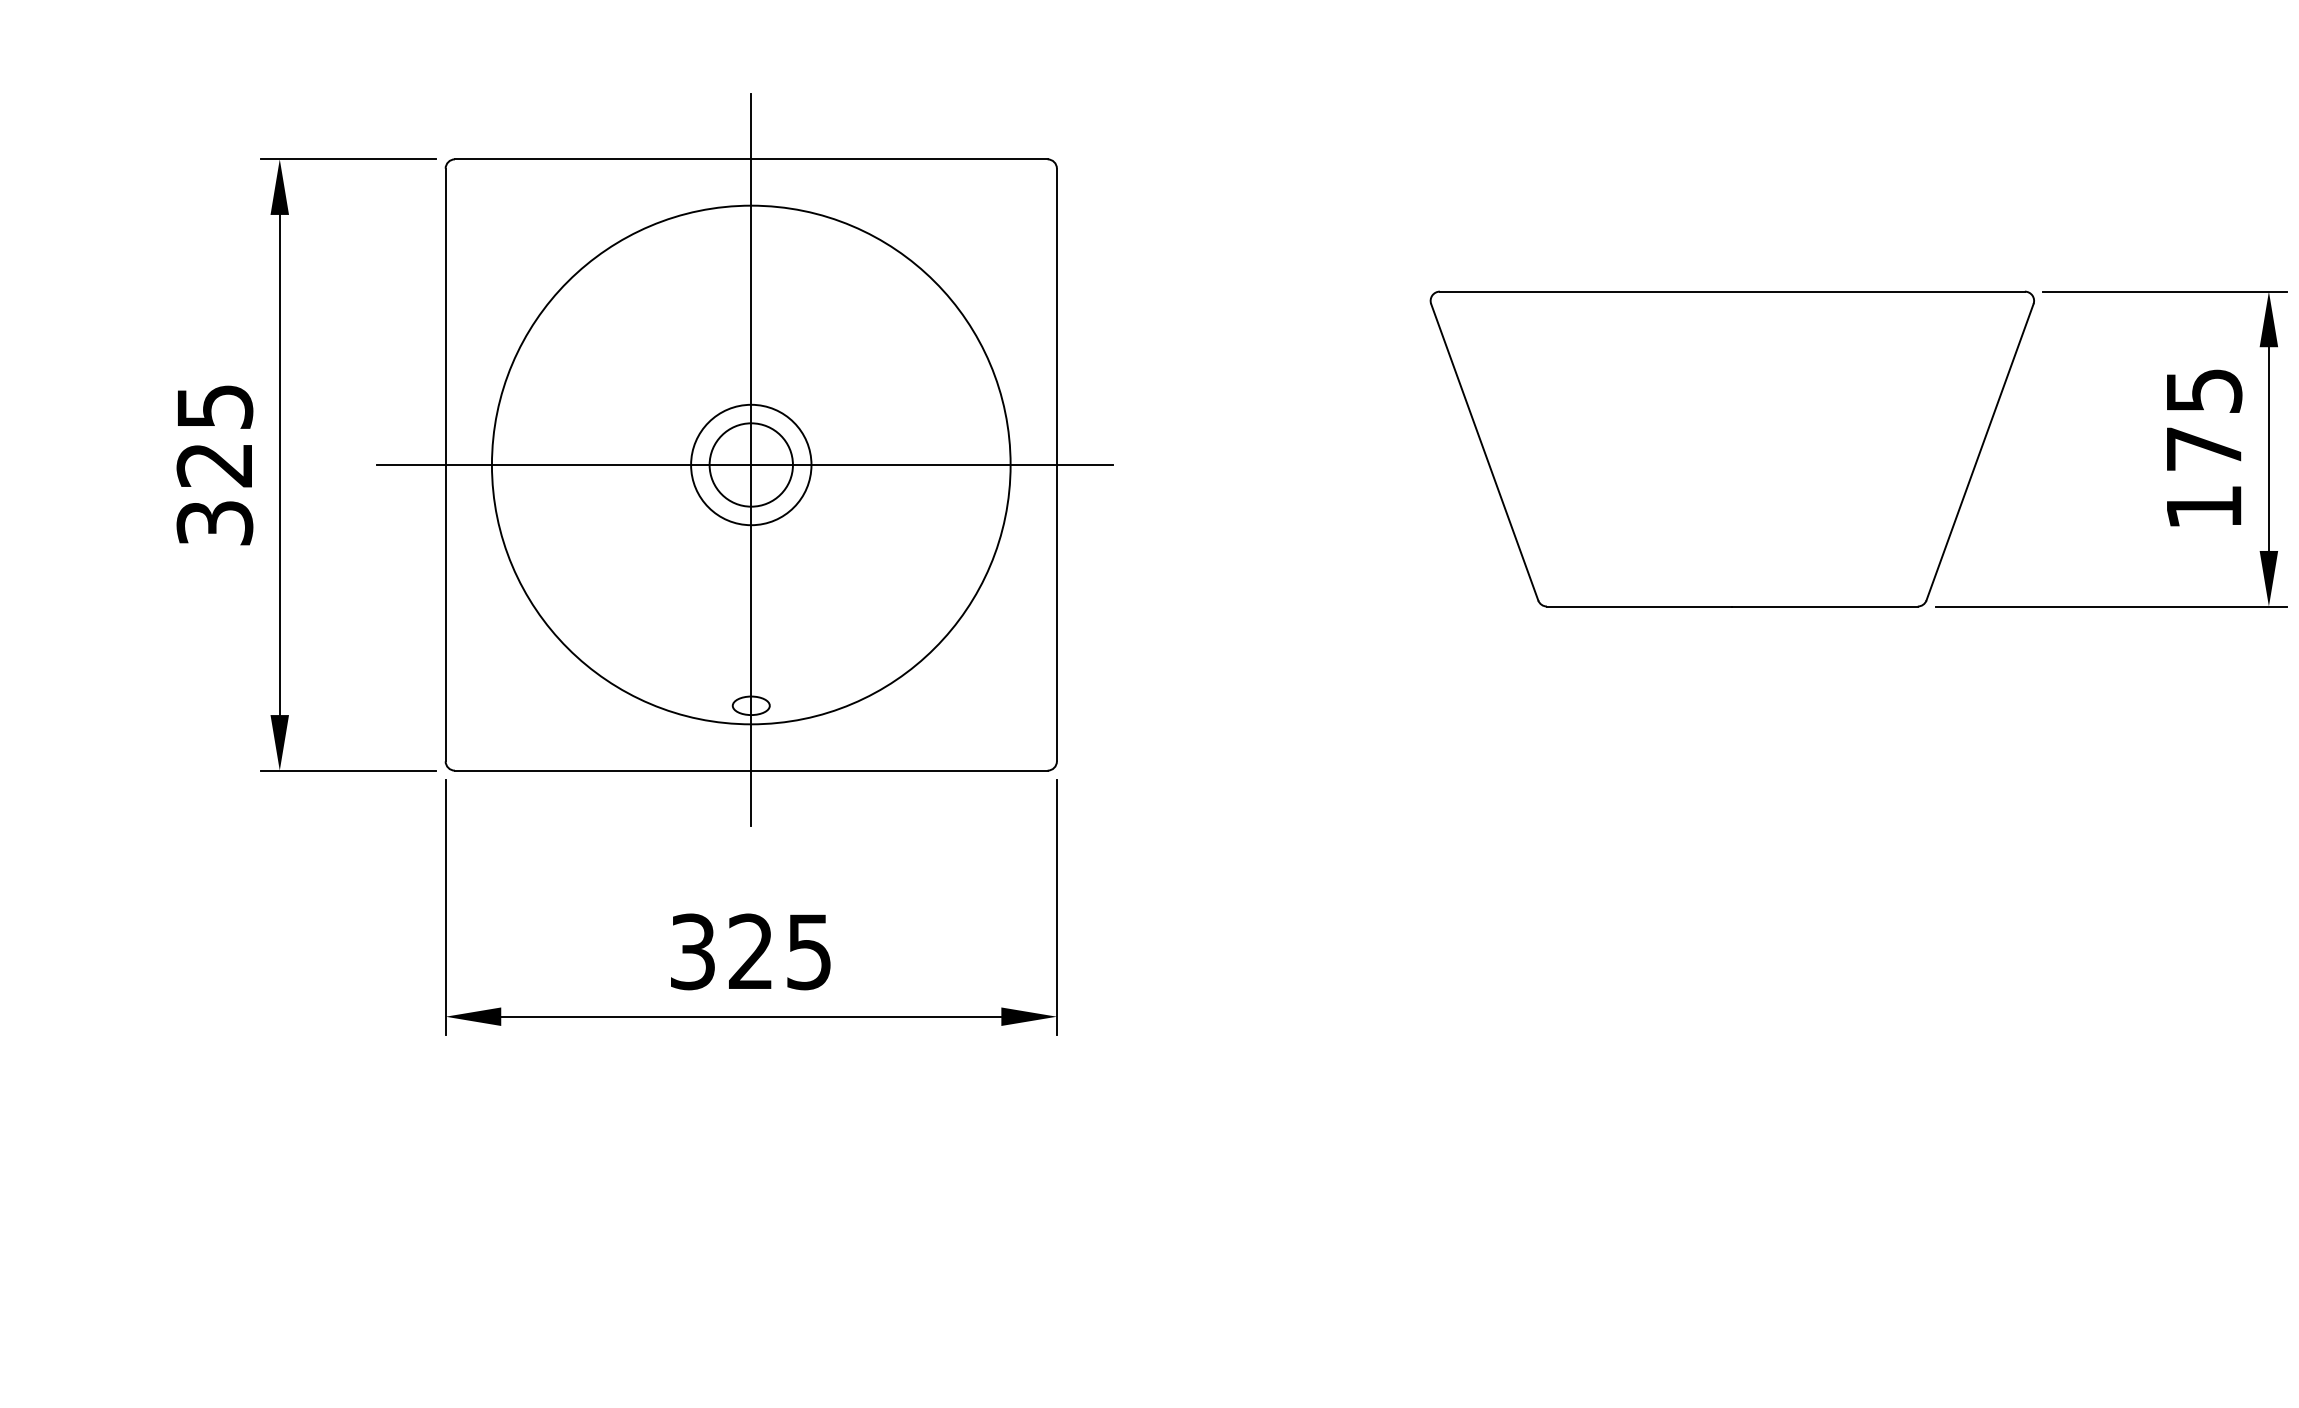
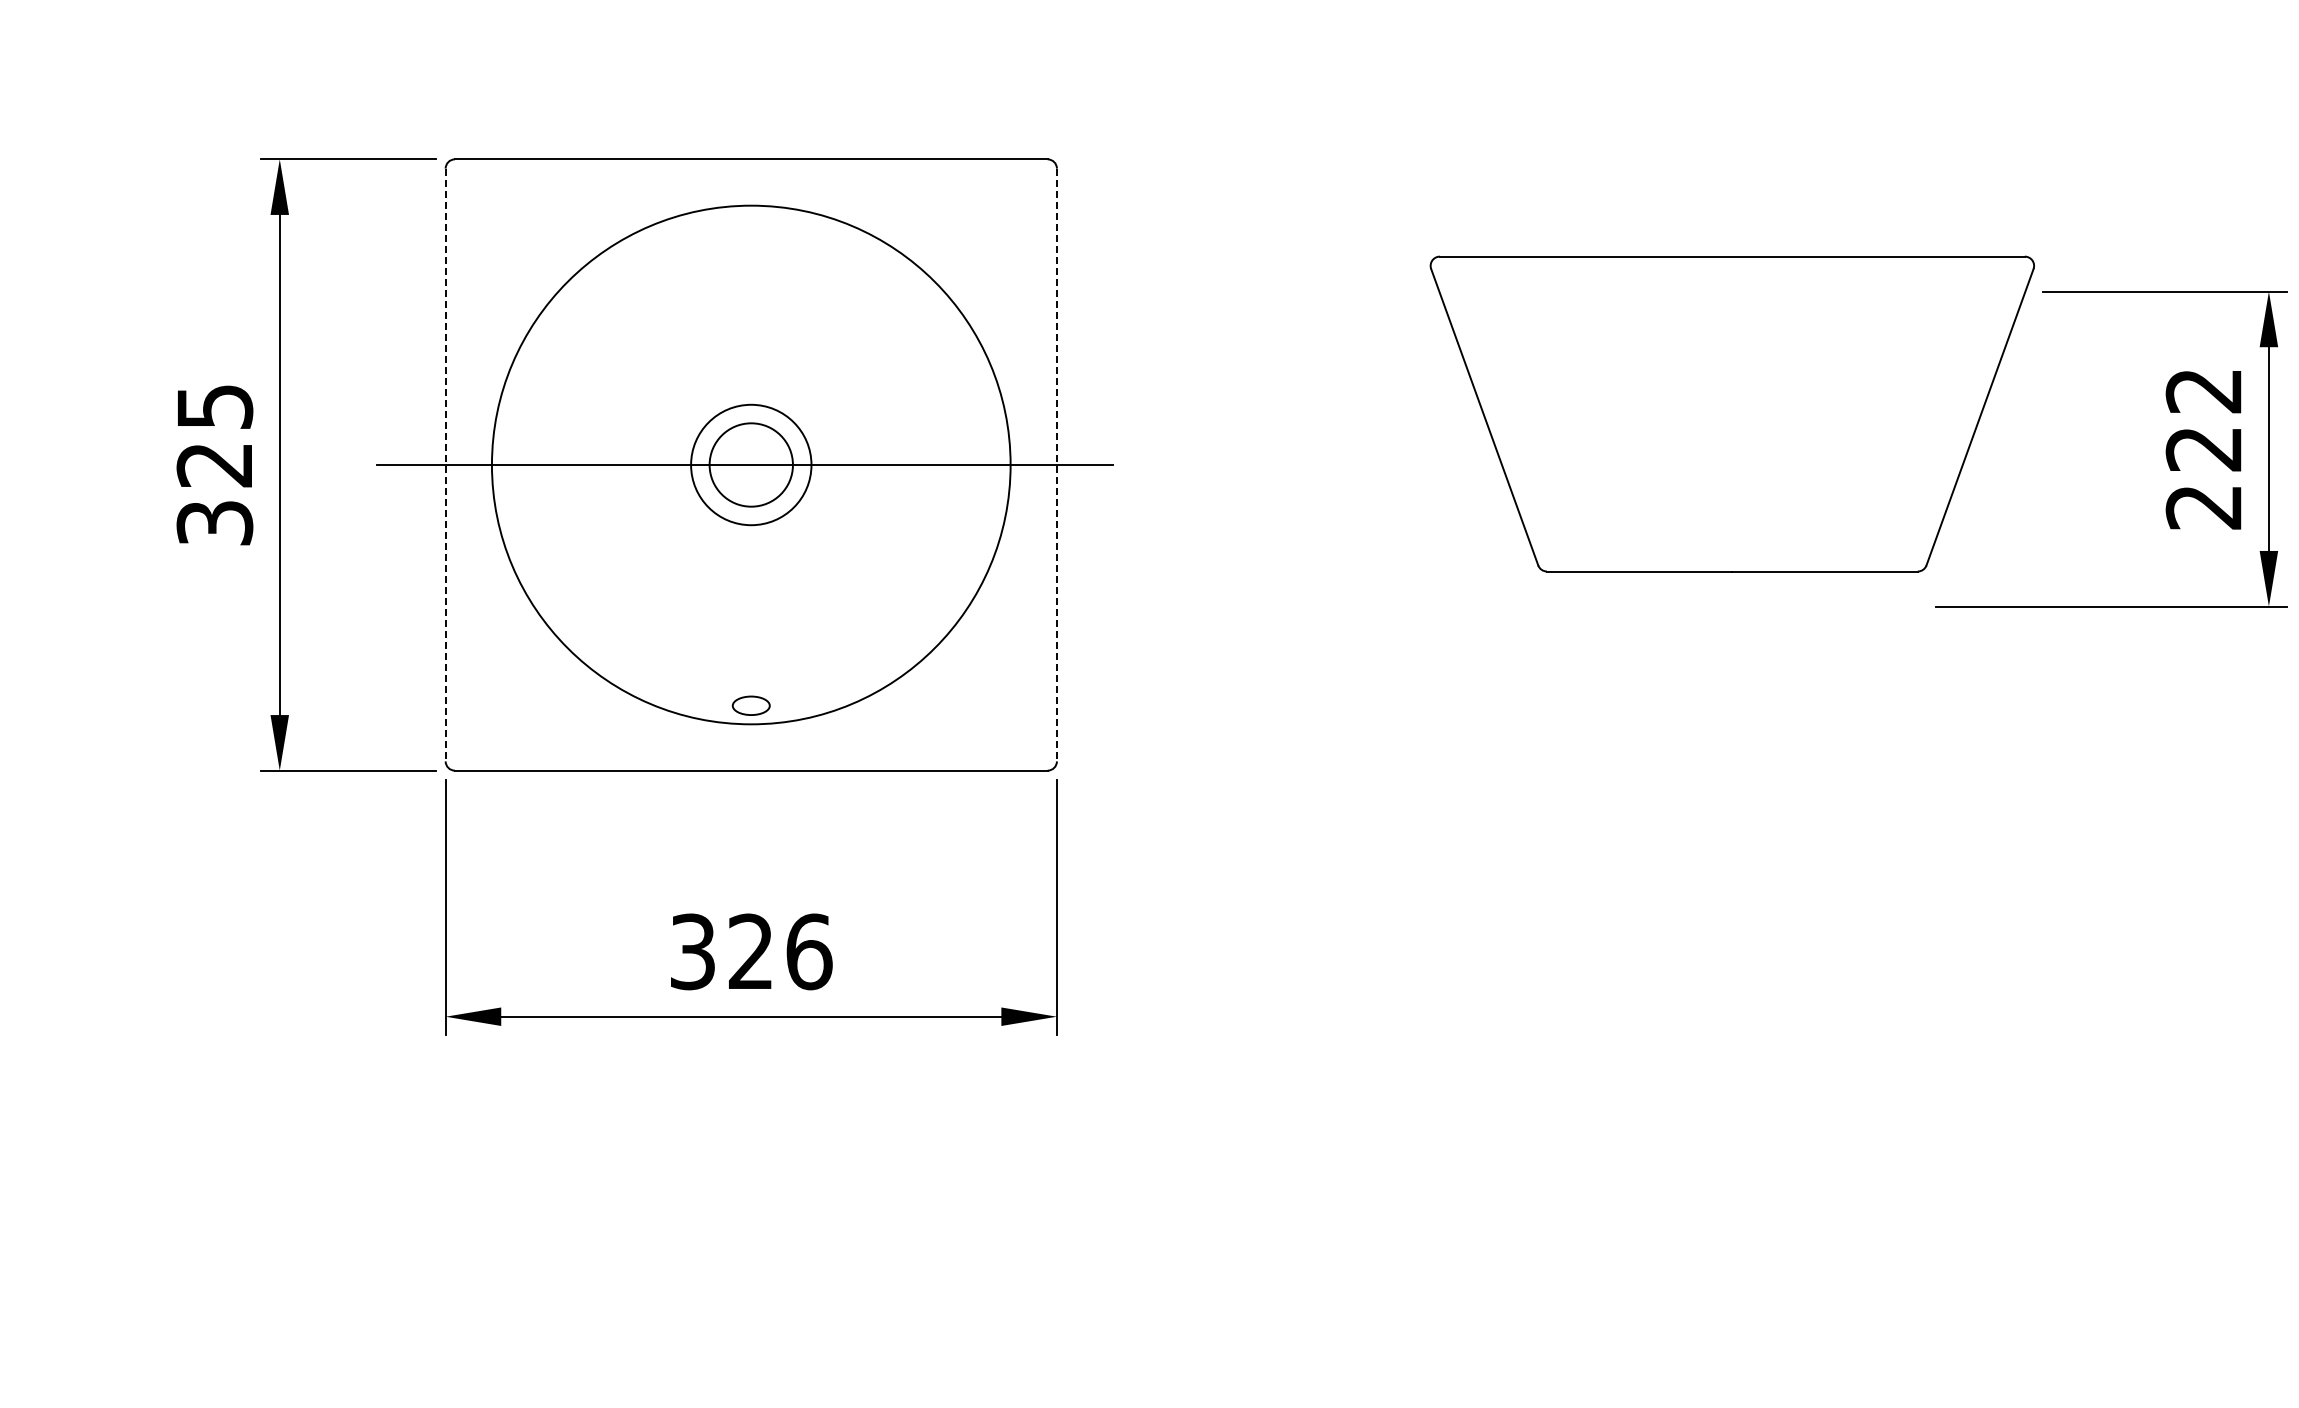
part at (1731, 448) position: (1731, 448) -> (1731, 413)
text at (2203, 449): 175 -> 222
line at (751, 460): present -> none
line at (445, 465): solid -> dashed
line at (1056, 465): solid -> dashed
text at (809, 951): 325 -> 326
